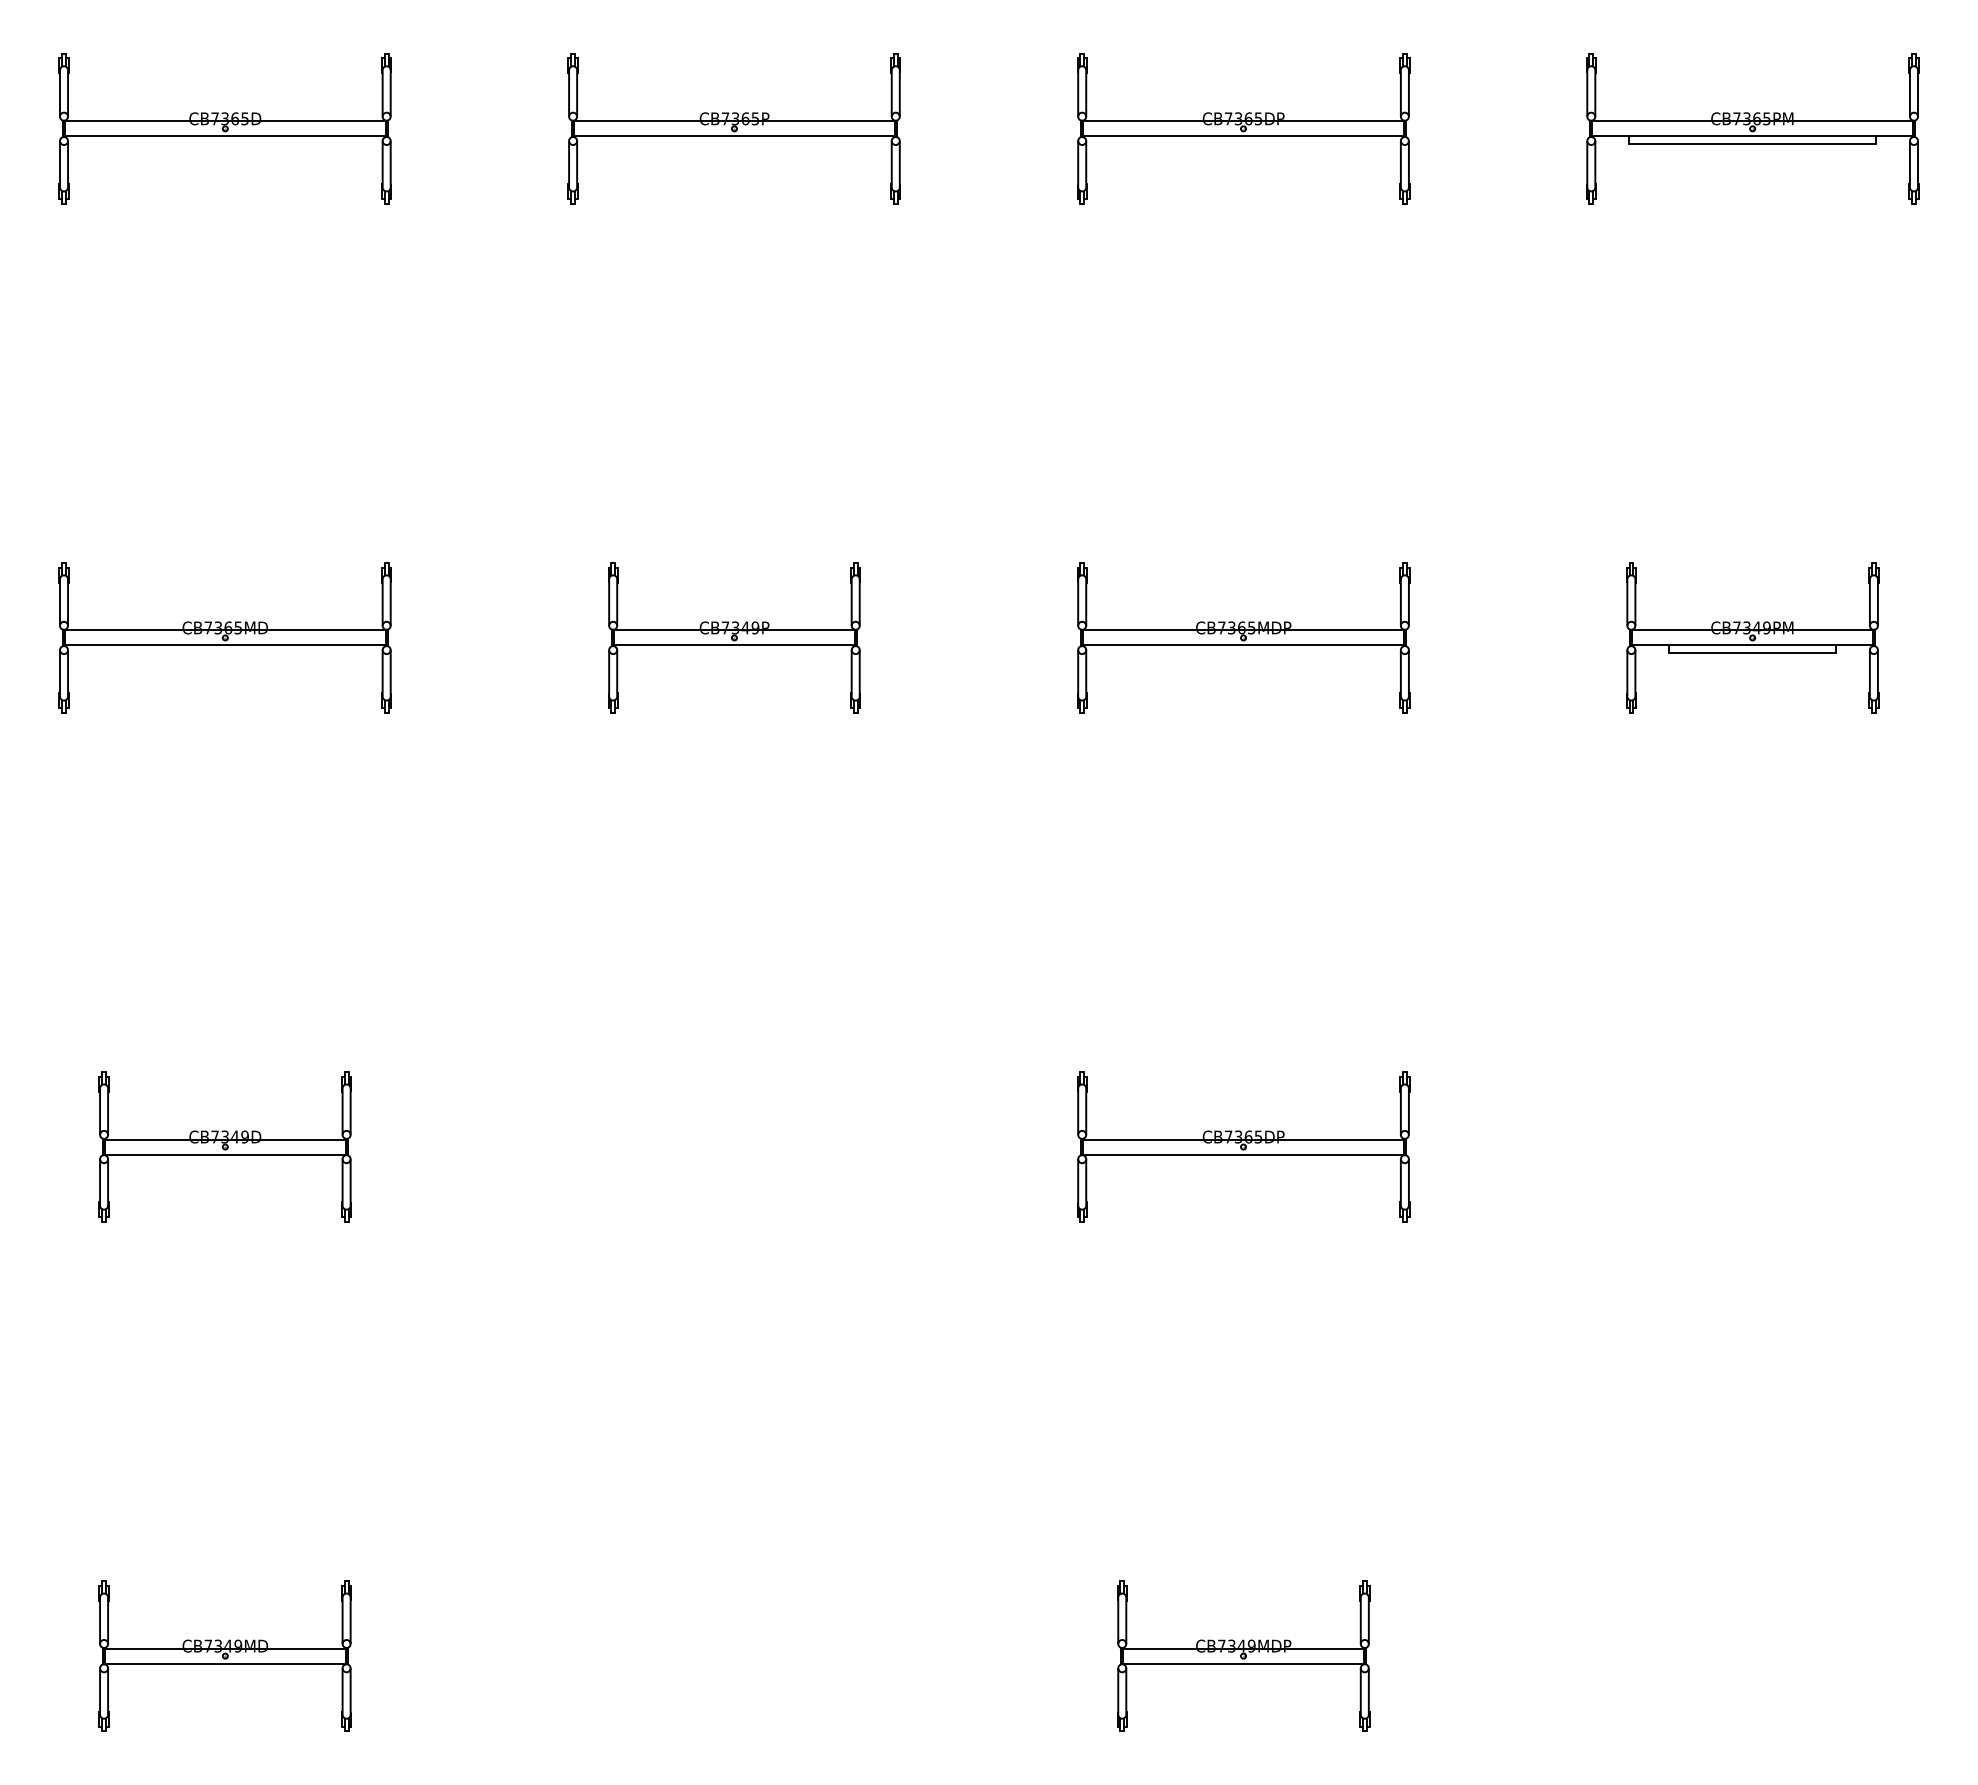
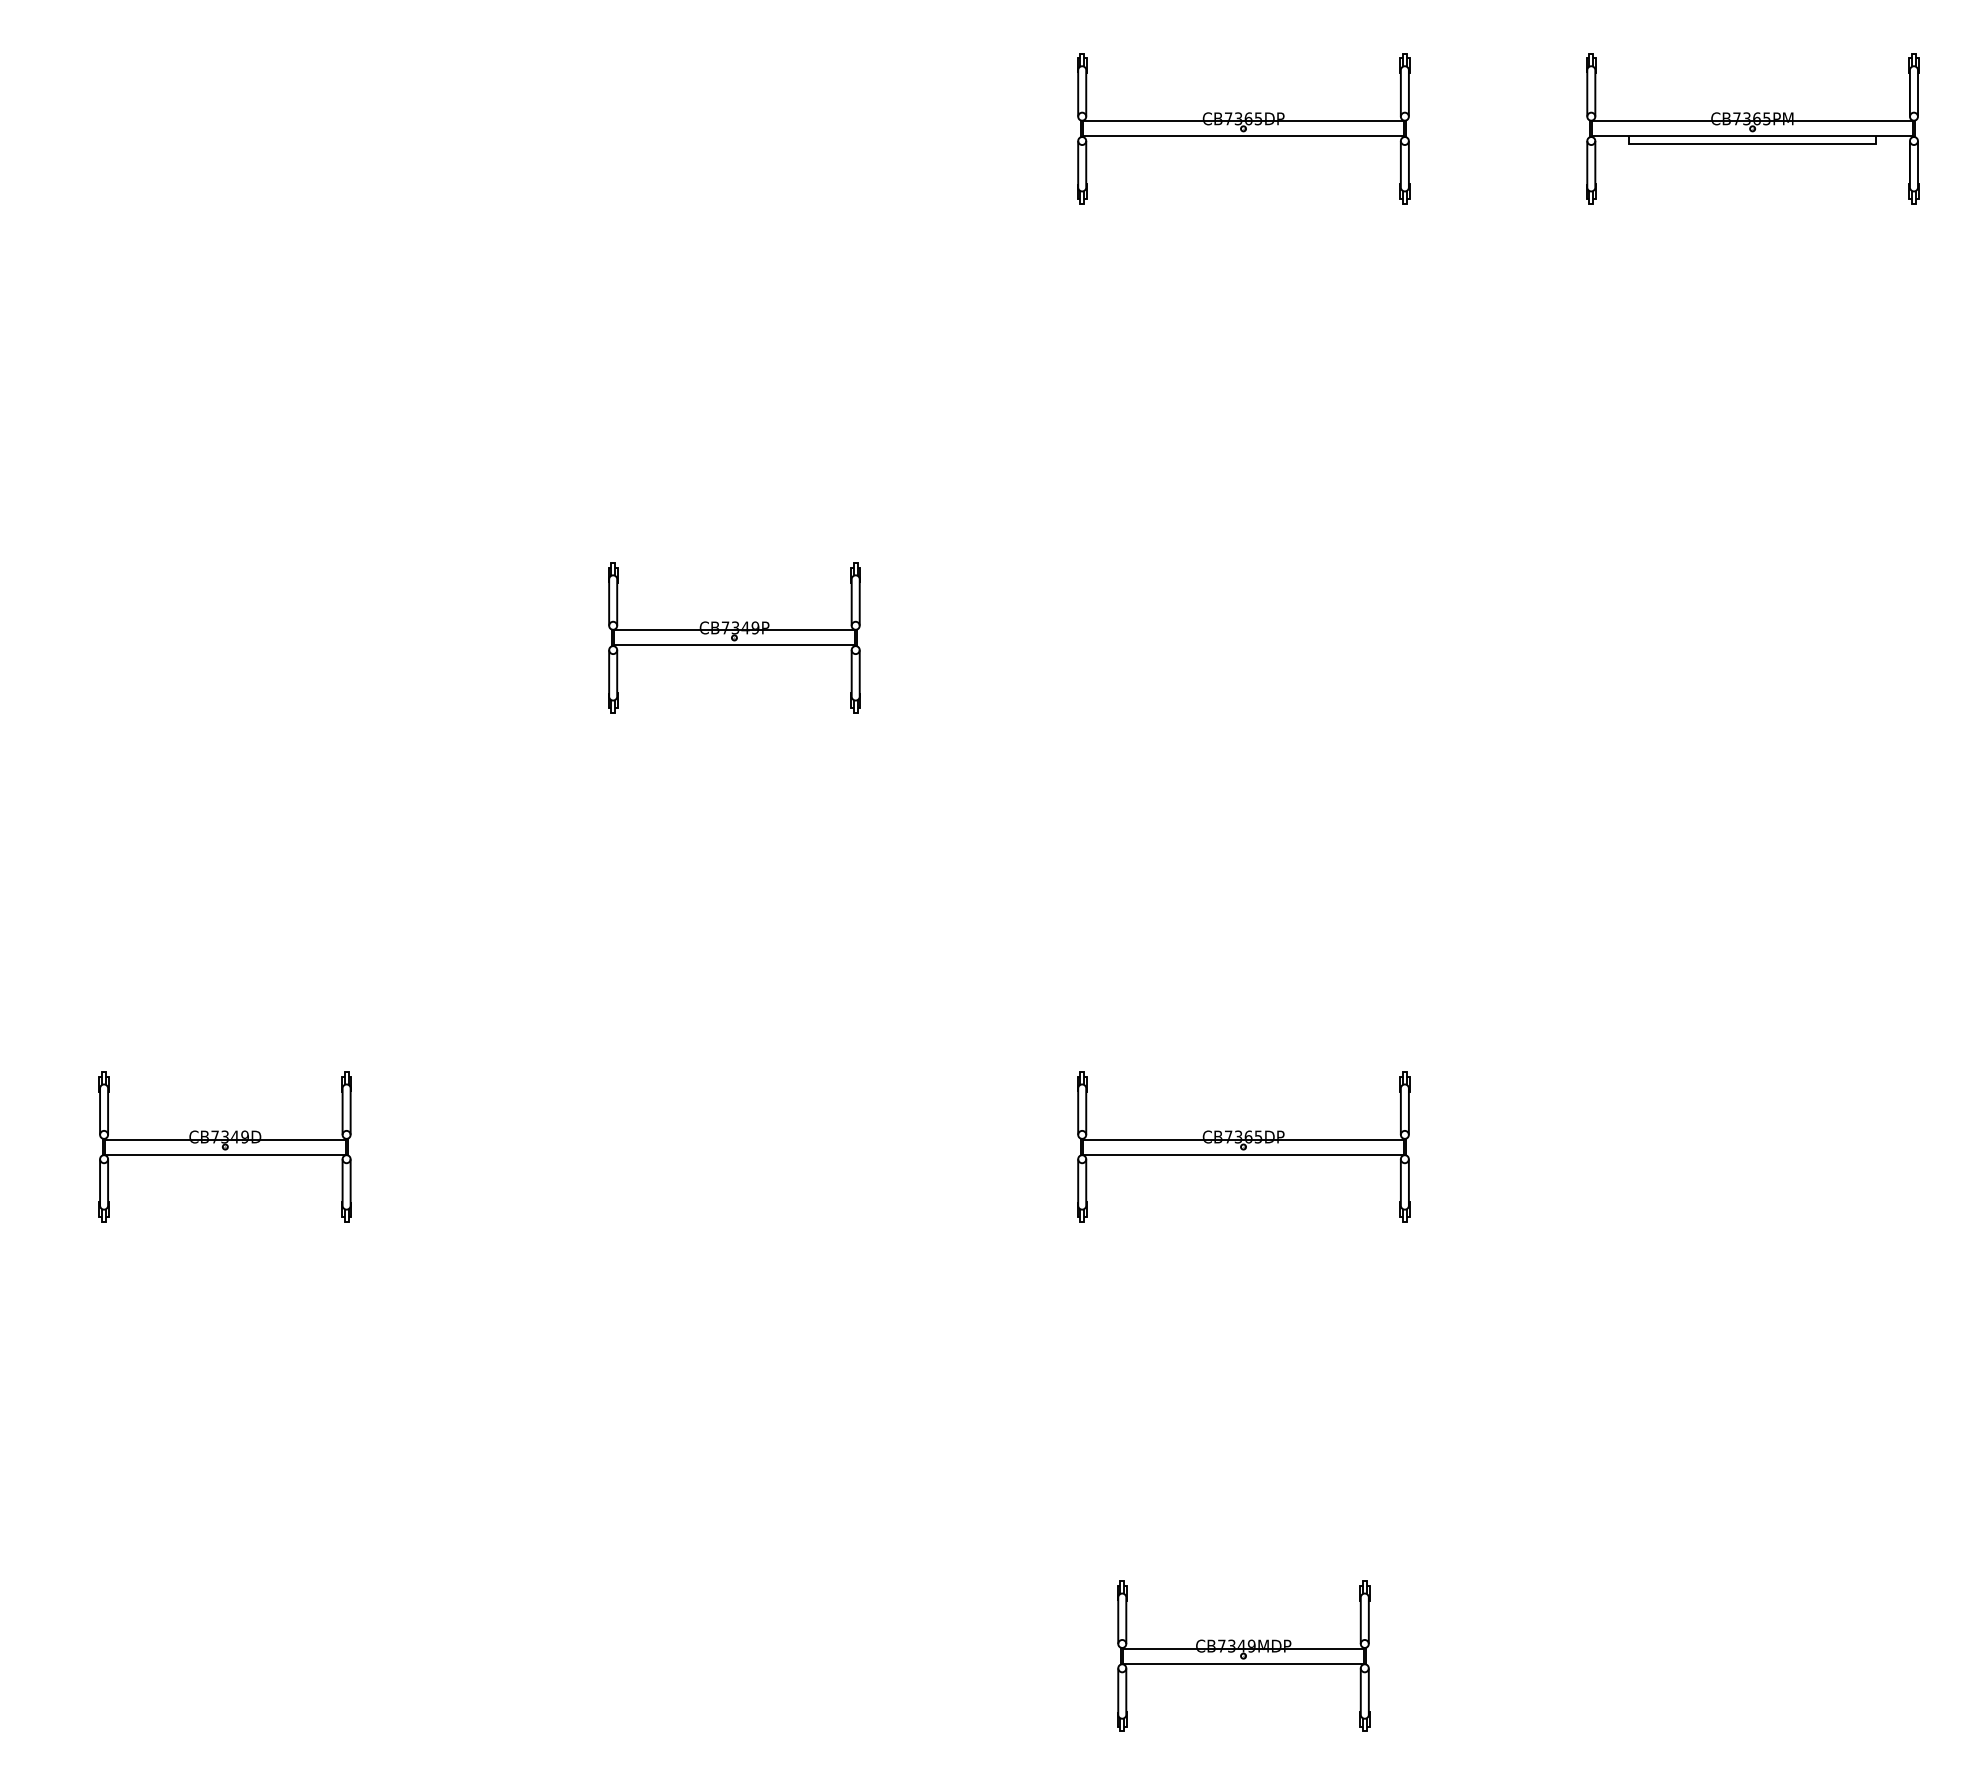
part at (224, 128): present -> none
part at (733, 128): present -> none
part at (224, 637): present -> none
part at (1243, 637): present -> none
part at (1752, 637): present -> none
part at (224, 1655): present -> none
